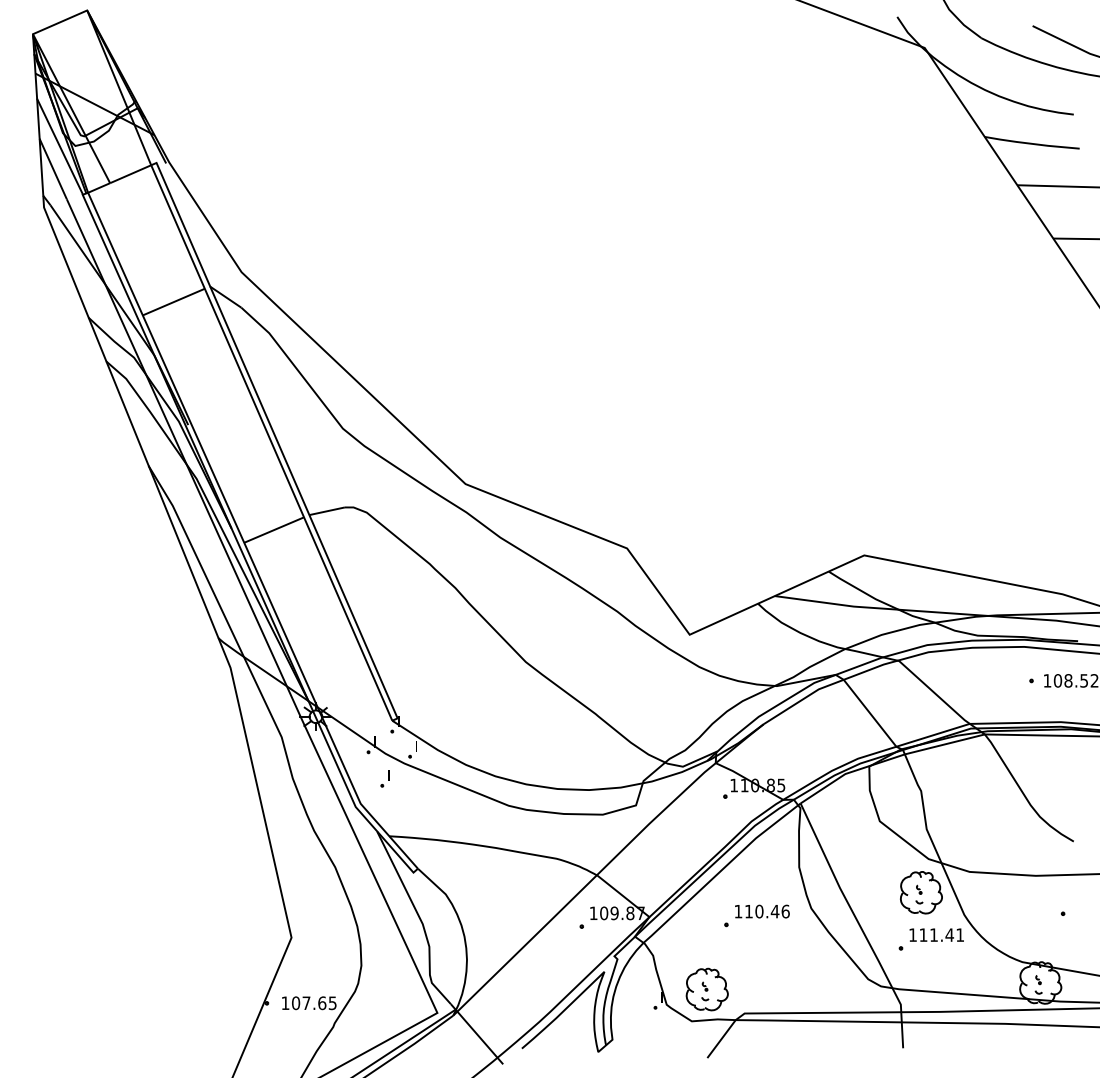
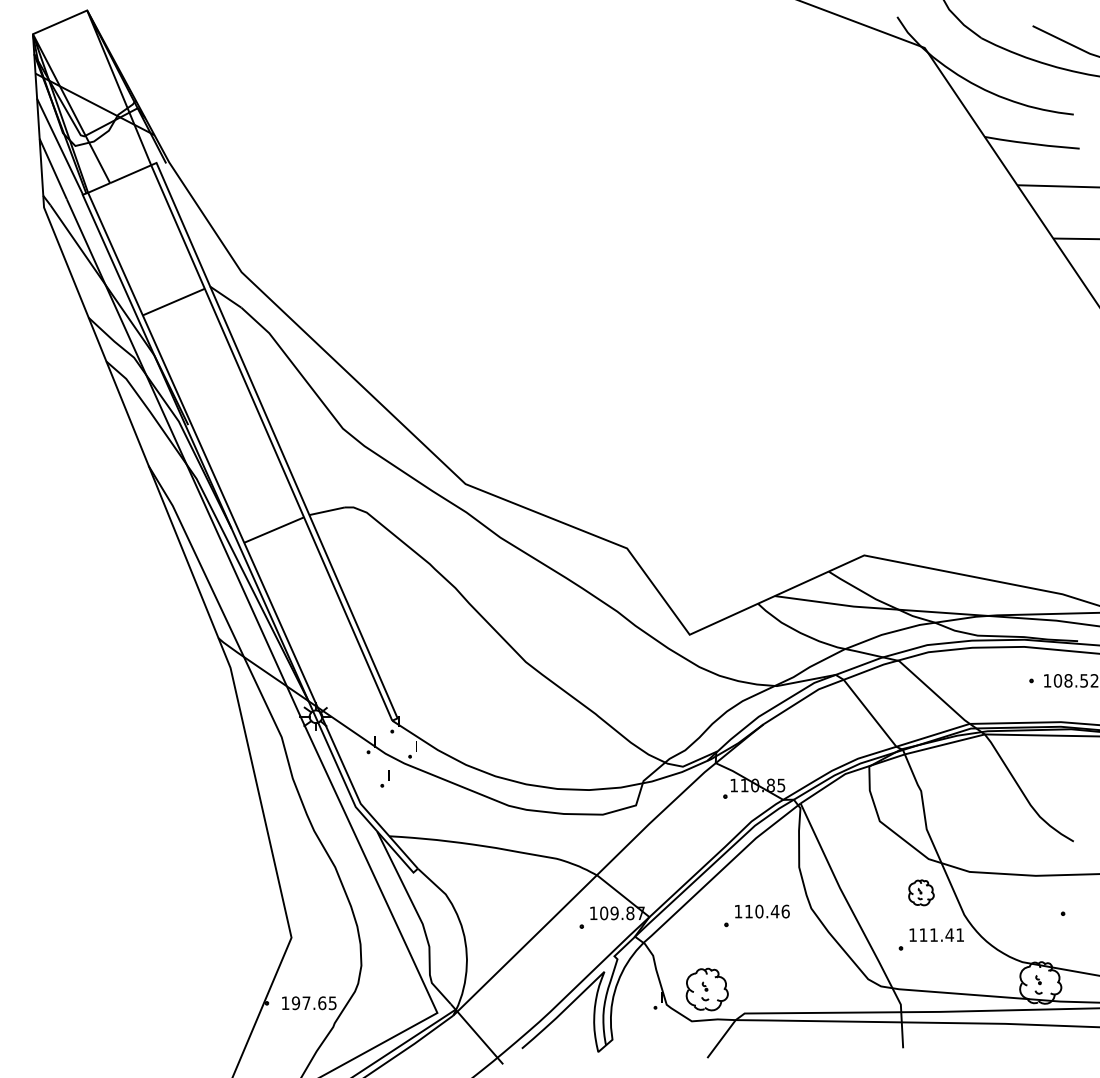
part at (921, 892) size: 43x44 px -> 27x28 px
text at (295, 1003): 107.65 -> 197.65
